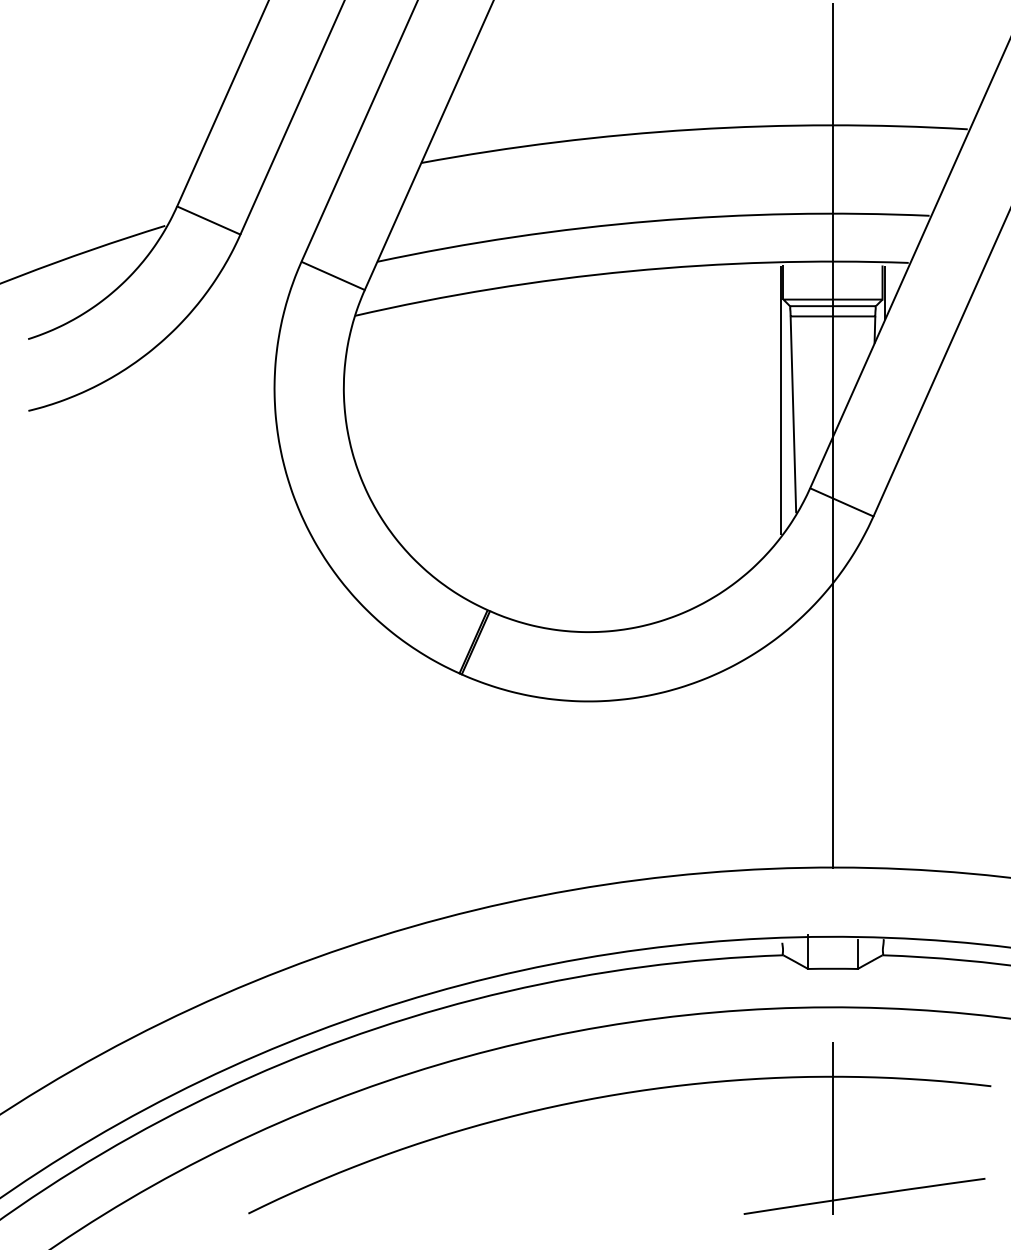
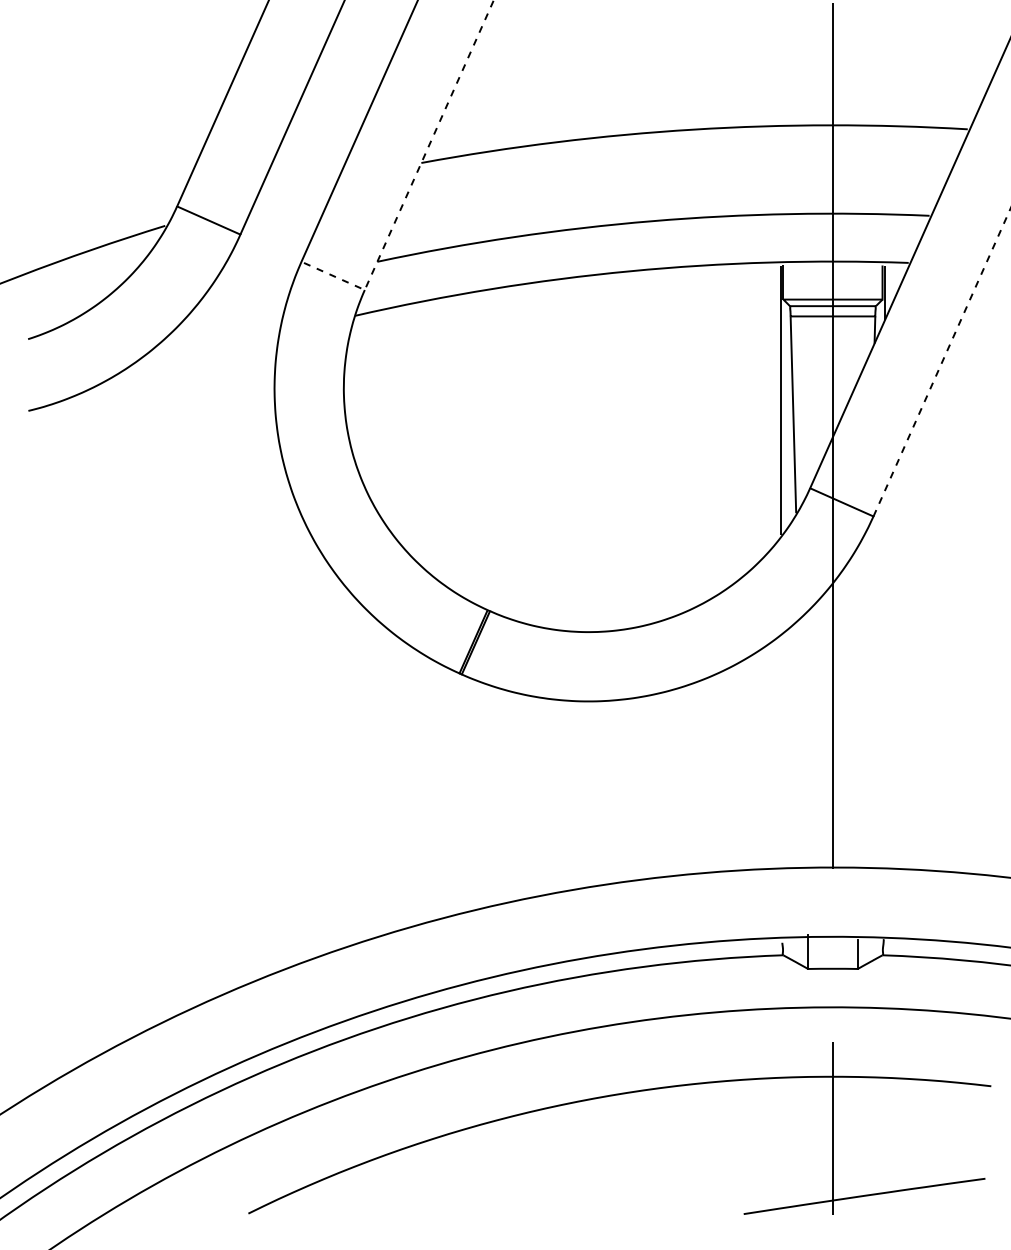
line at (414, 177): solid -> dashed
line at (942, 362): solid -> dashed
